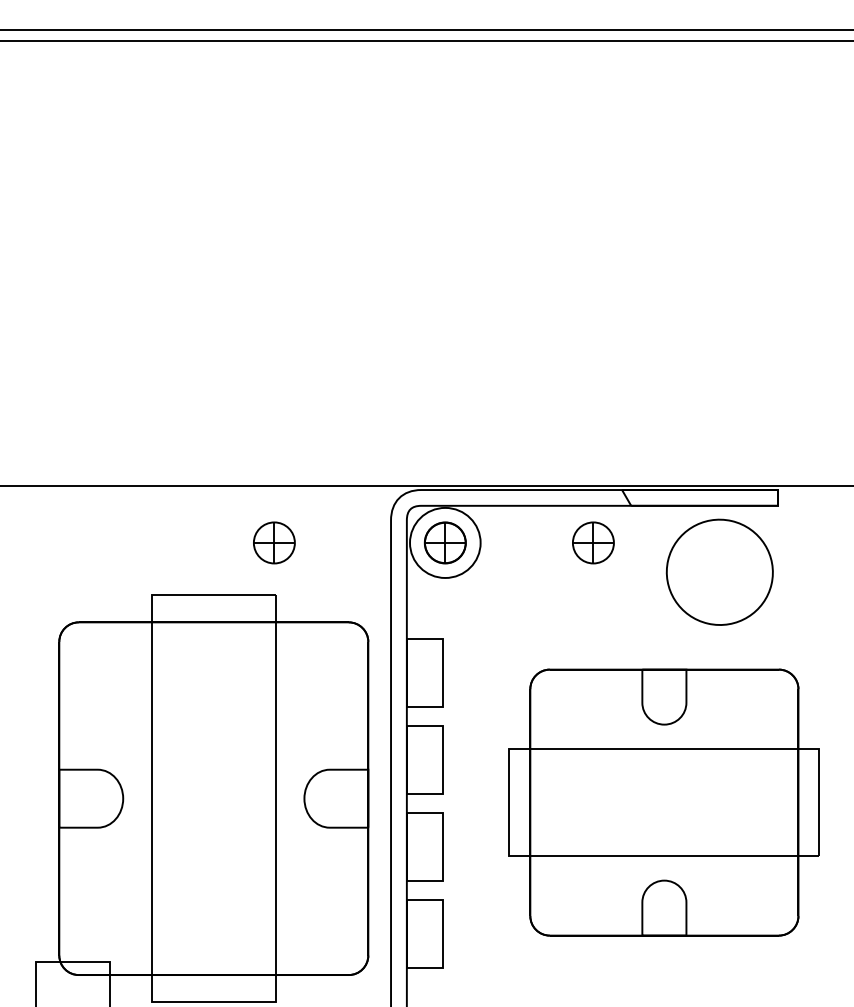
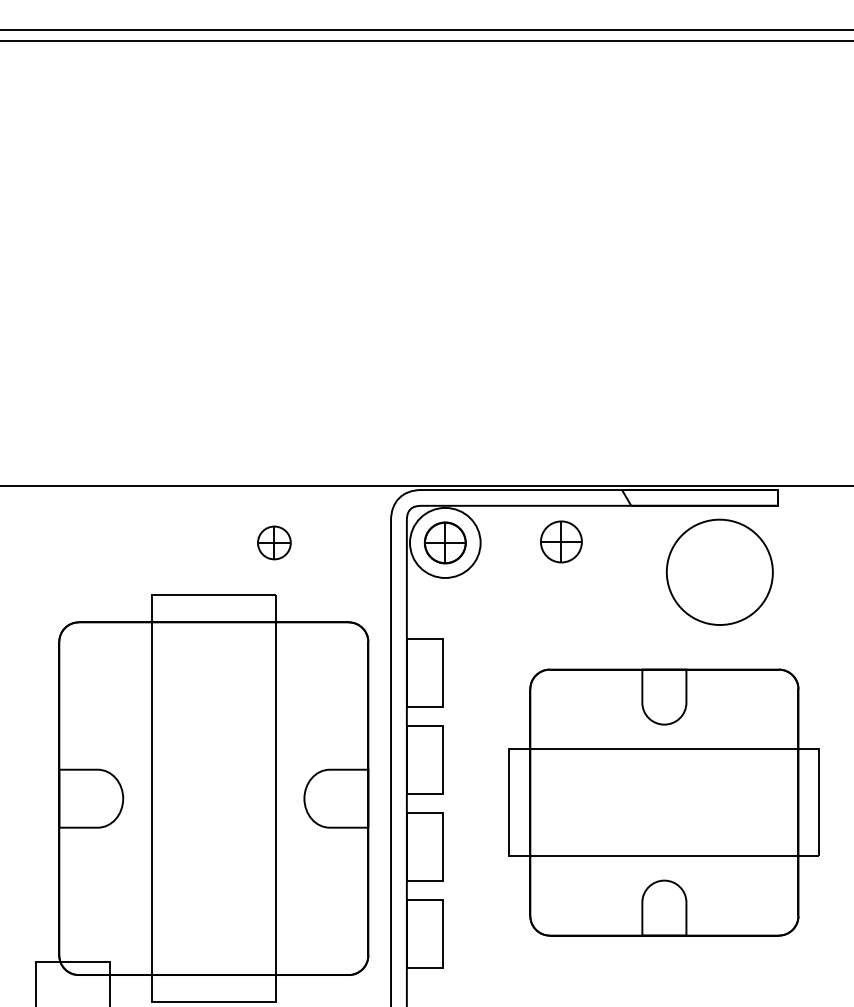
part at (274, 542) size: 43x44 px -> 35x36 px
part at (593, 542) position: (593, 542) -> (561, 541)
